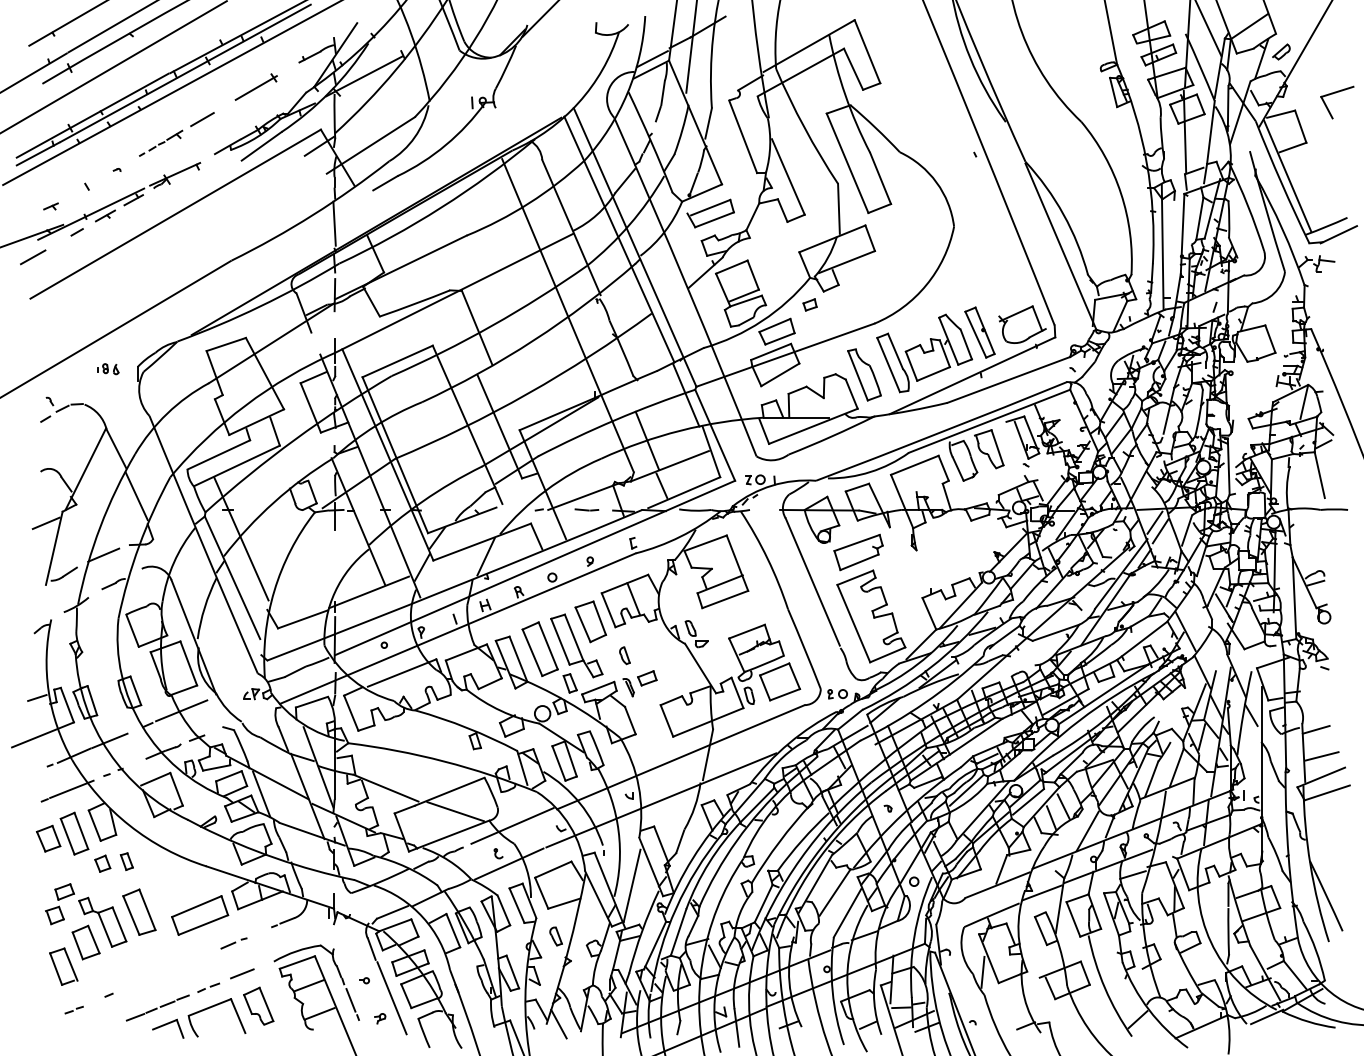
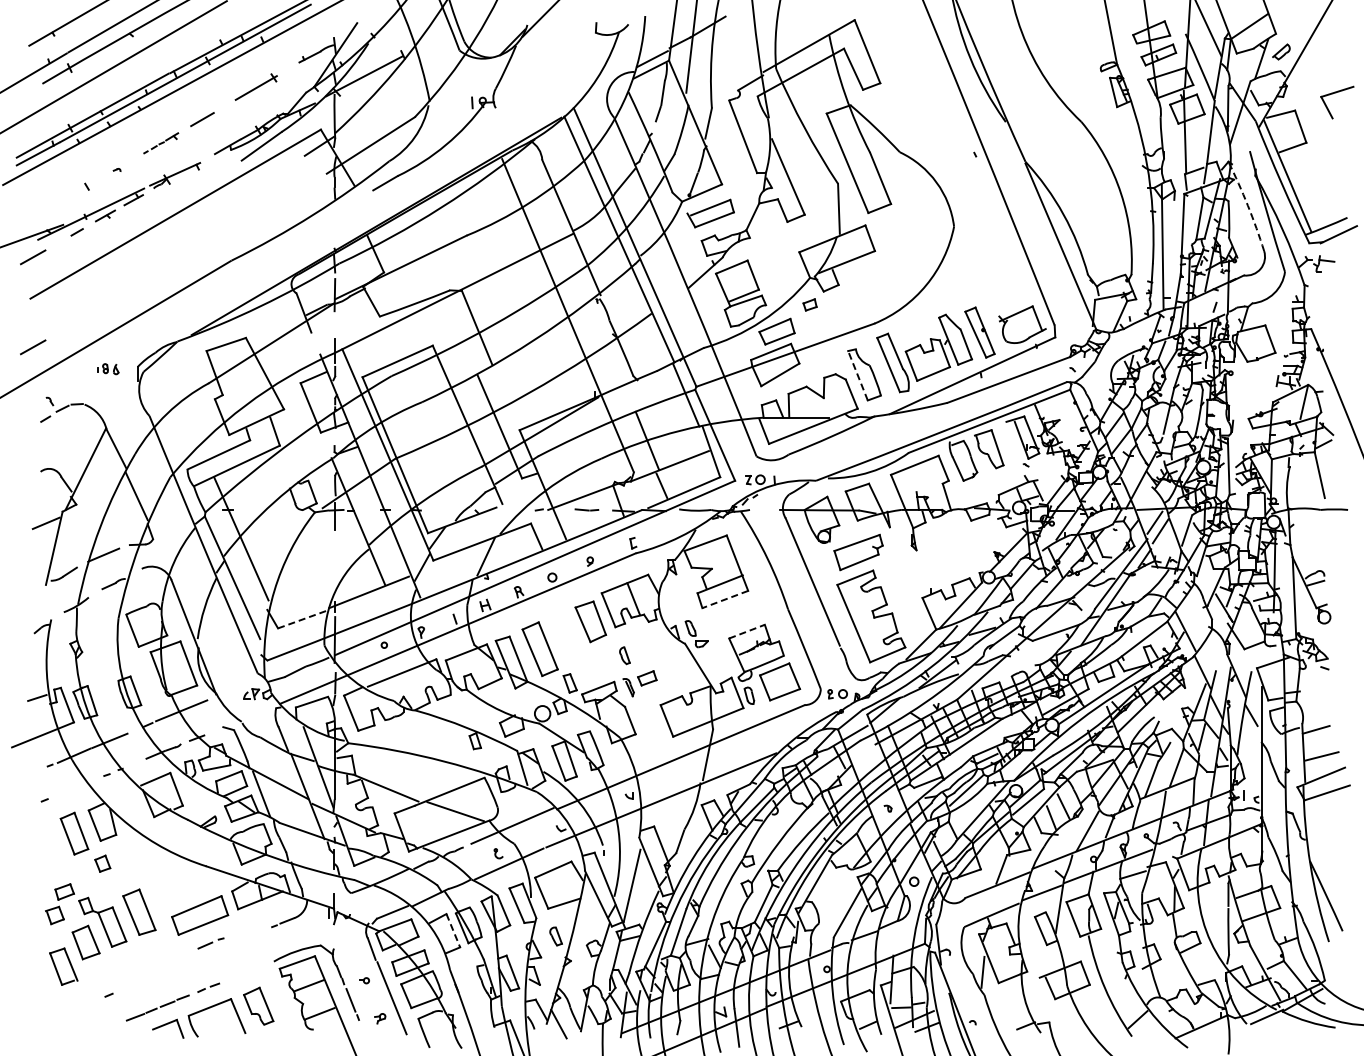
part at (161, 142) size: 45x28 px -> 37x23 px
arc at (1247, 205): solid -> dashed
part at (50, 206): present -> none
line at (334, 223): present -> none
line at (33, 347): none -> present
line at (858, 375): solid -> dashed
line at (724, 599): solid -> dashed
line at (303, 619): solid -> dashed
line at (747, 631): solid -> dashed
part at (576, 645): present -> none
line at (71, 788): present -> none
part at (48, 838): present -> none
part at (126, 861): present -> none
line at (834, 892): present -> none
line at (453, 931): solid -> dashed
part at (233, 943) position: (233, 943) -> (210, 943)
line at (242, 973): present -> none
part at (73, 1009): present -> none
